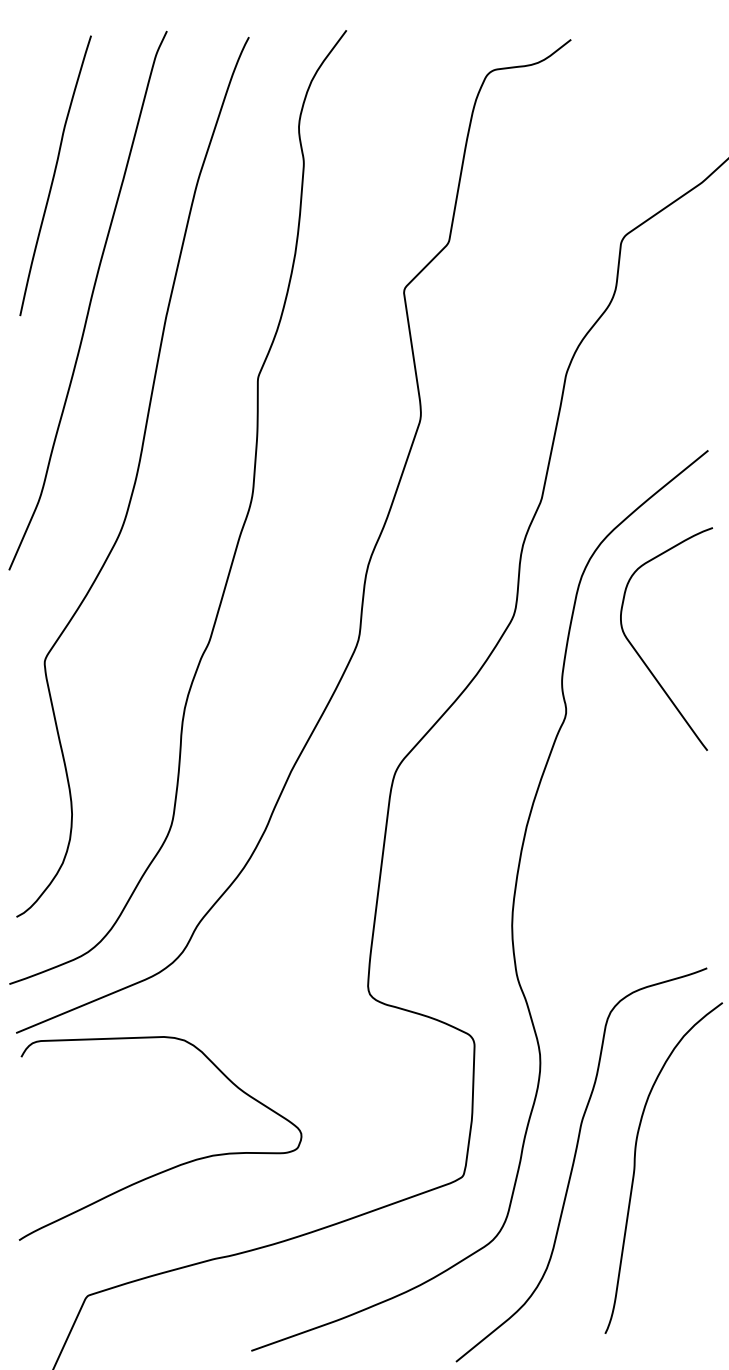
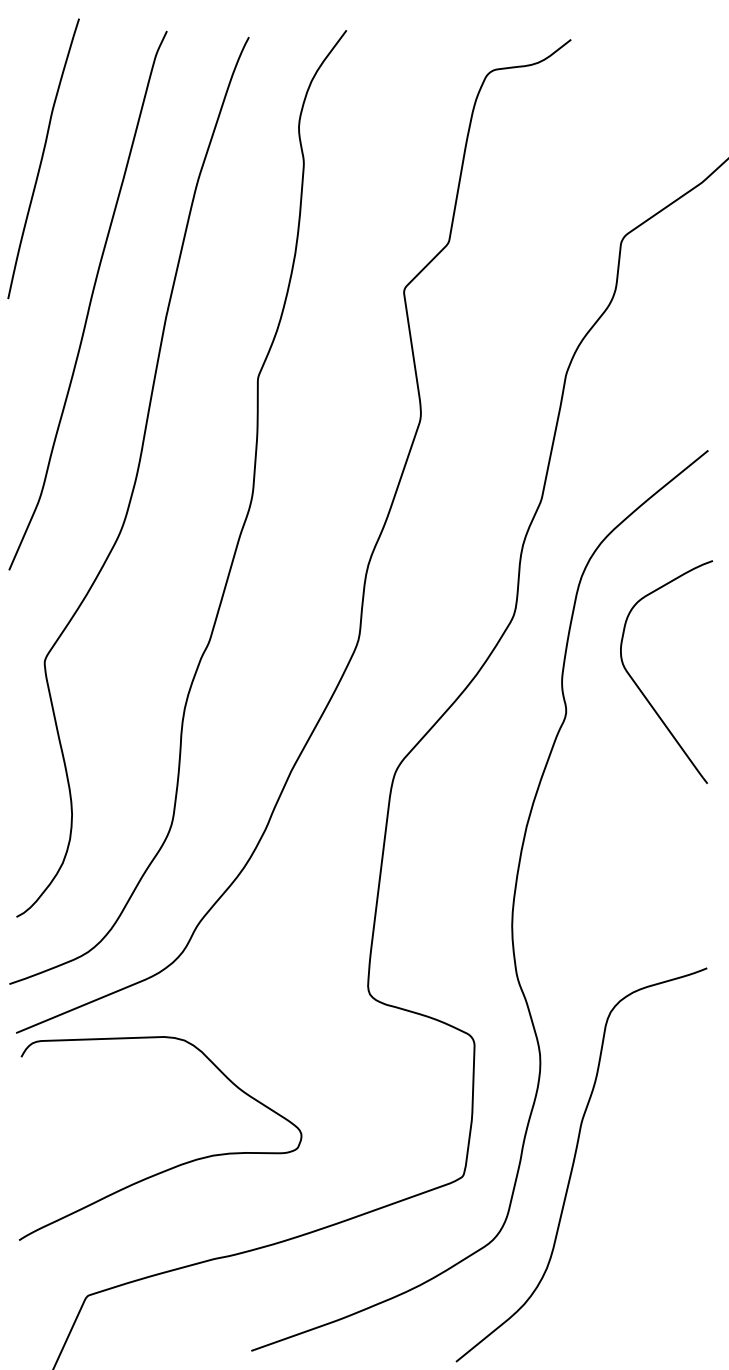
curve at (55, 174) position: (55, 174) -> (43, 157)
curve at (640, 655) position: (640, 655) -> (640, 688)
curve at (635, 1167): present -> none
